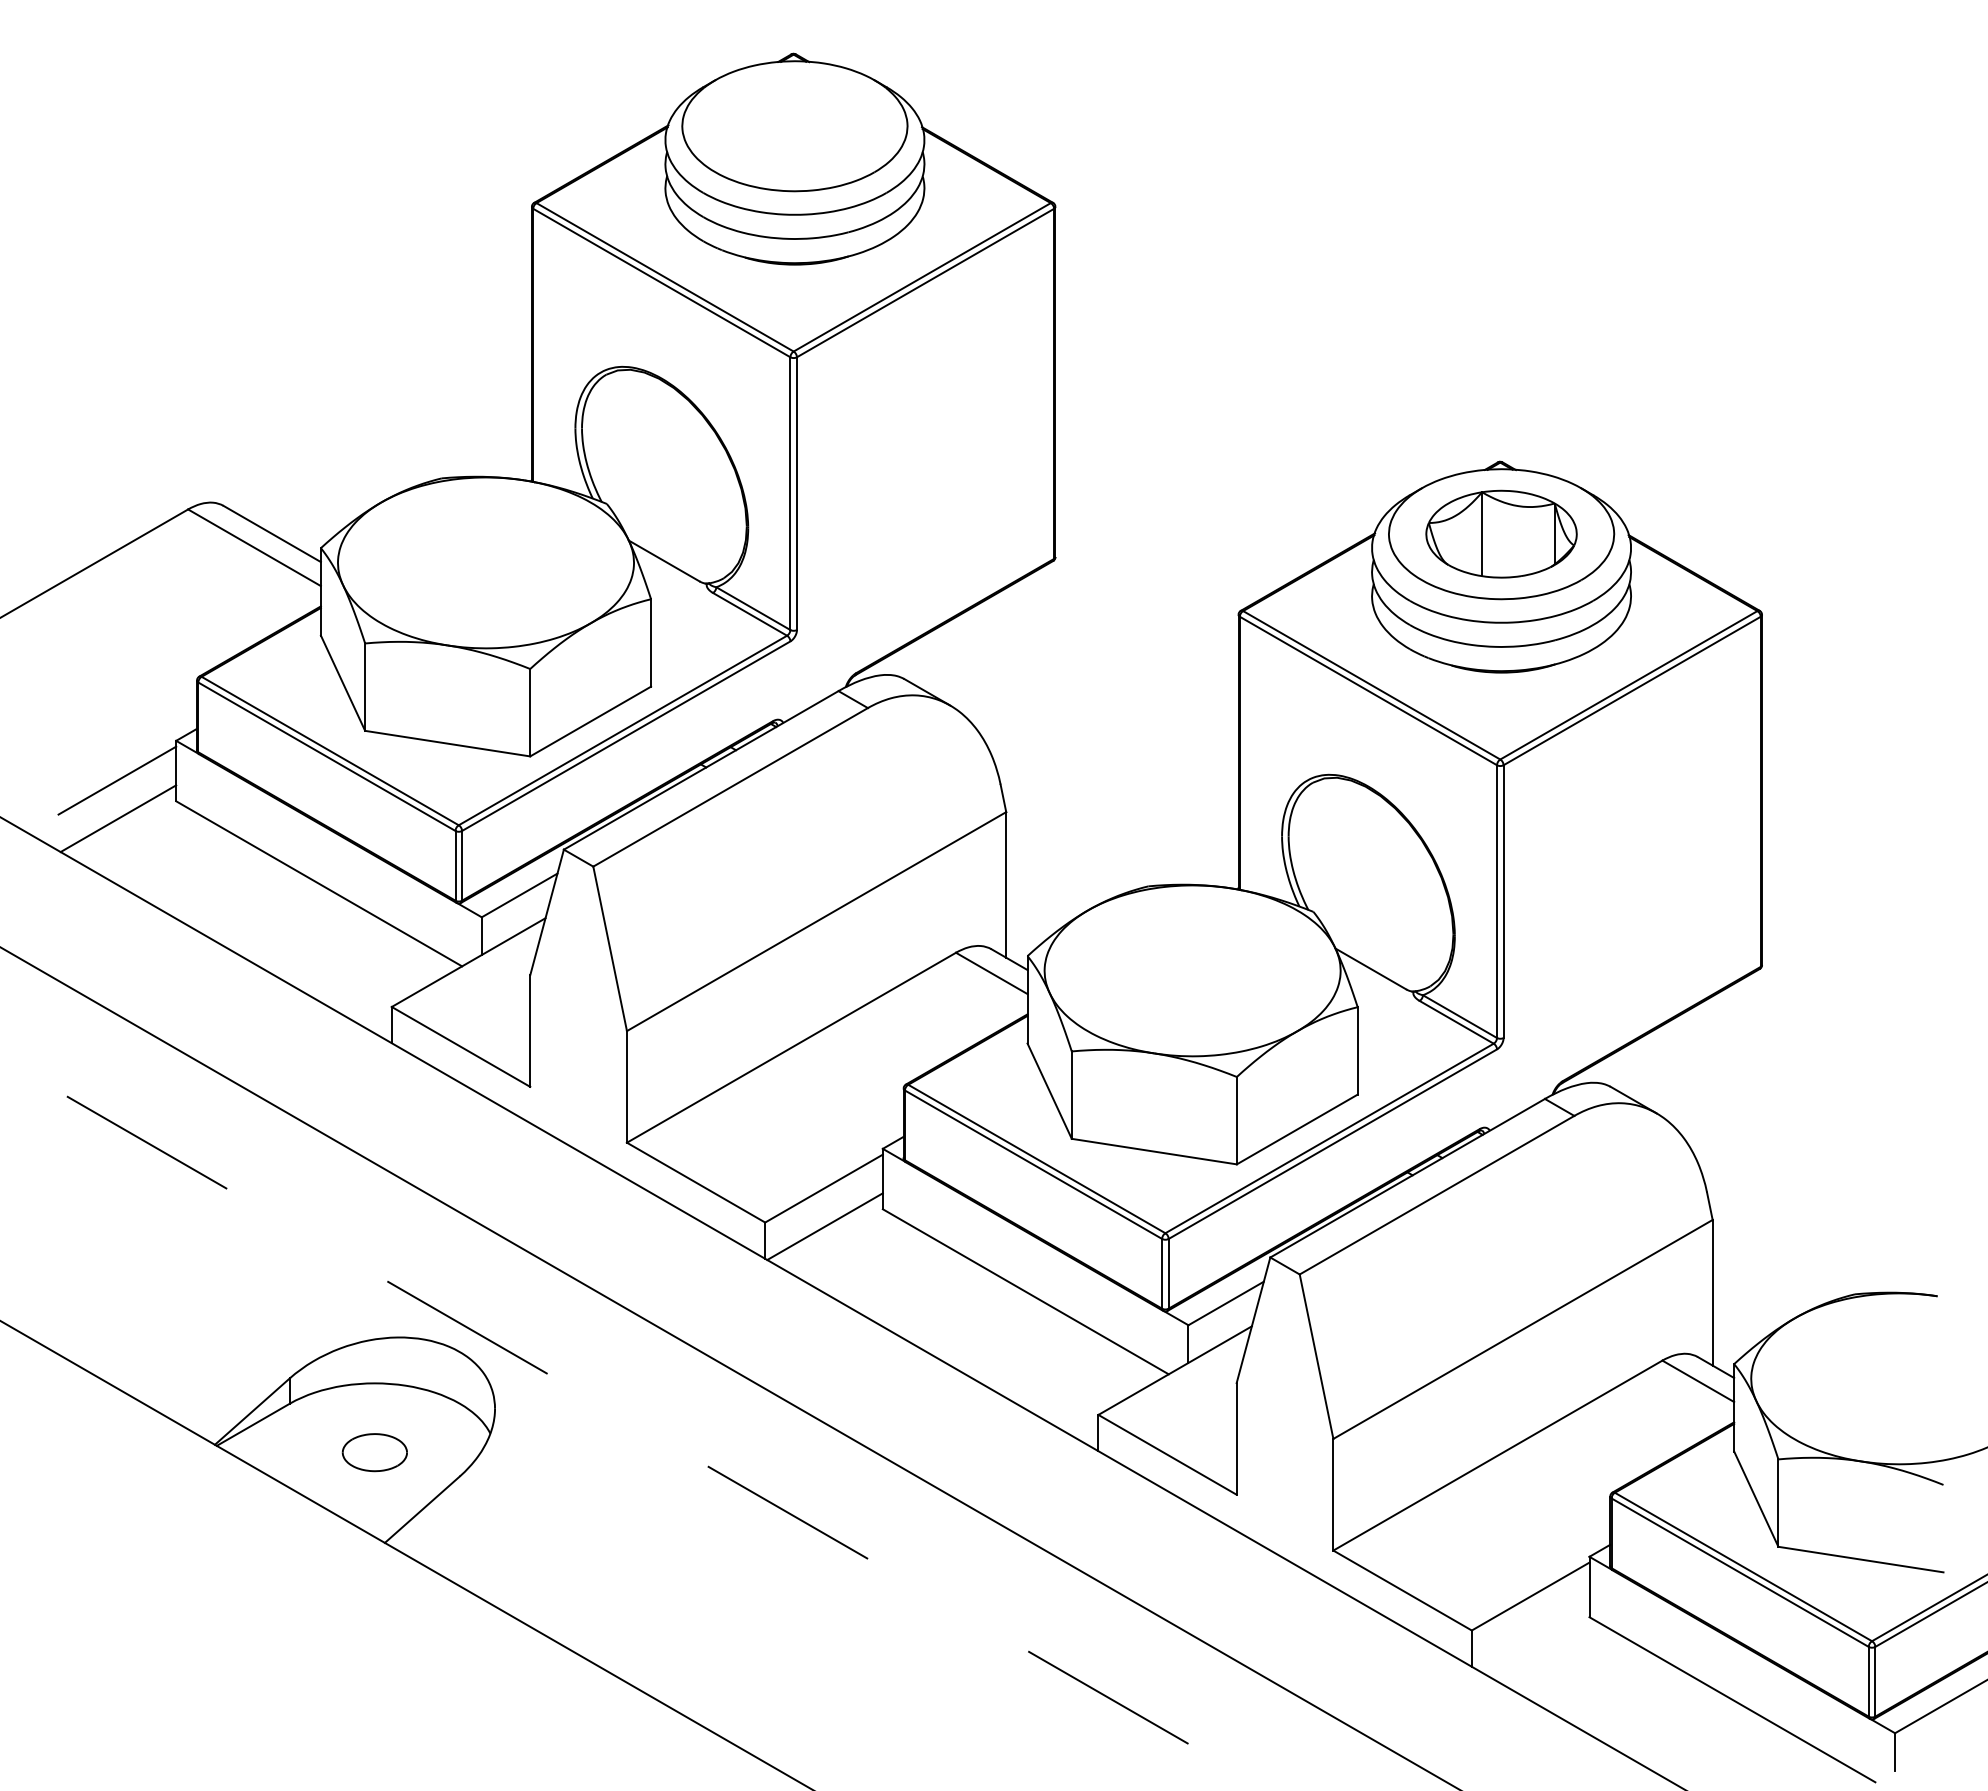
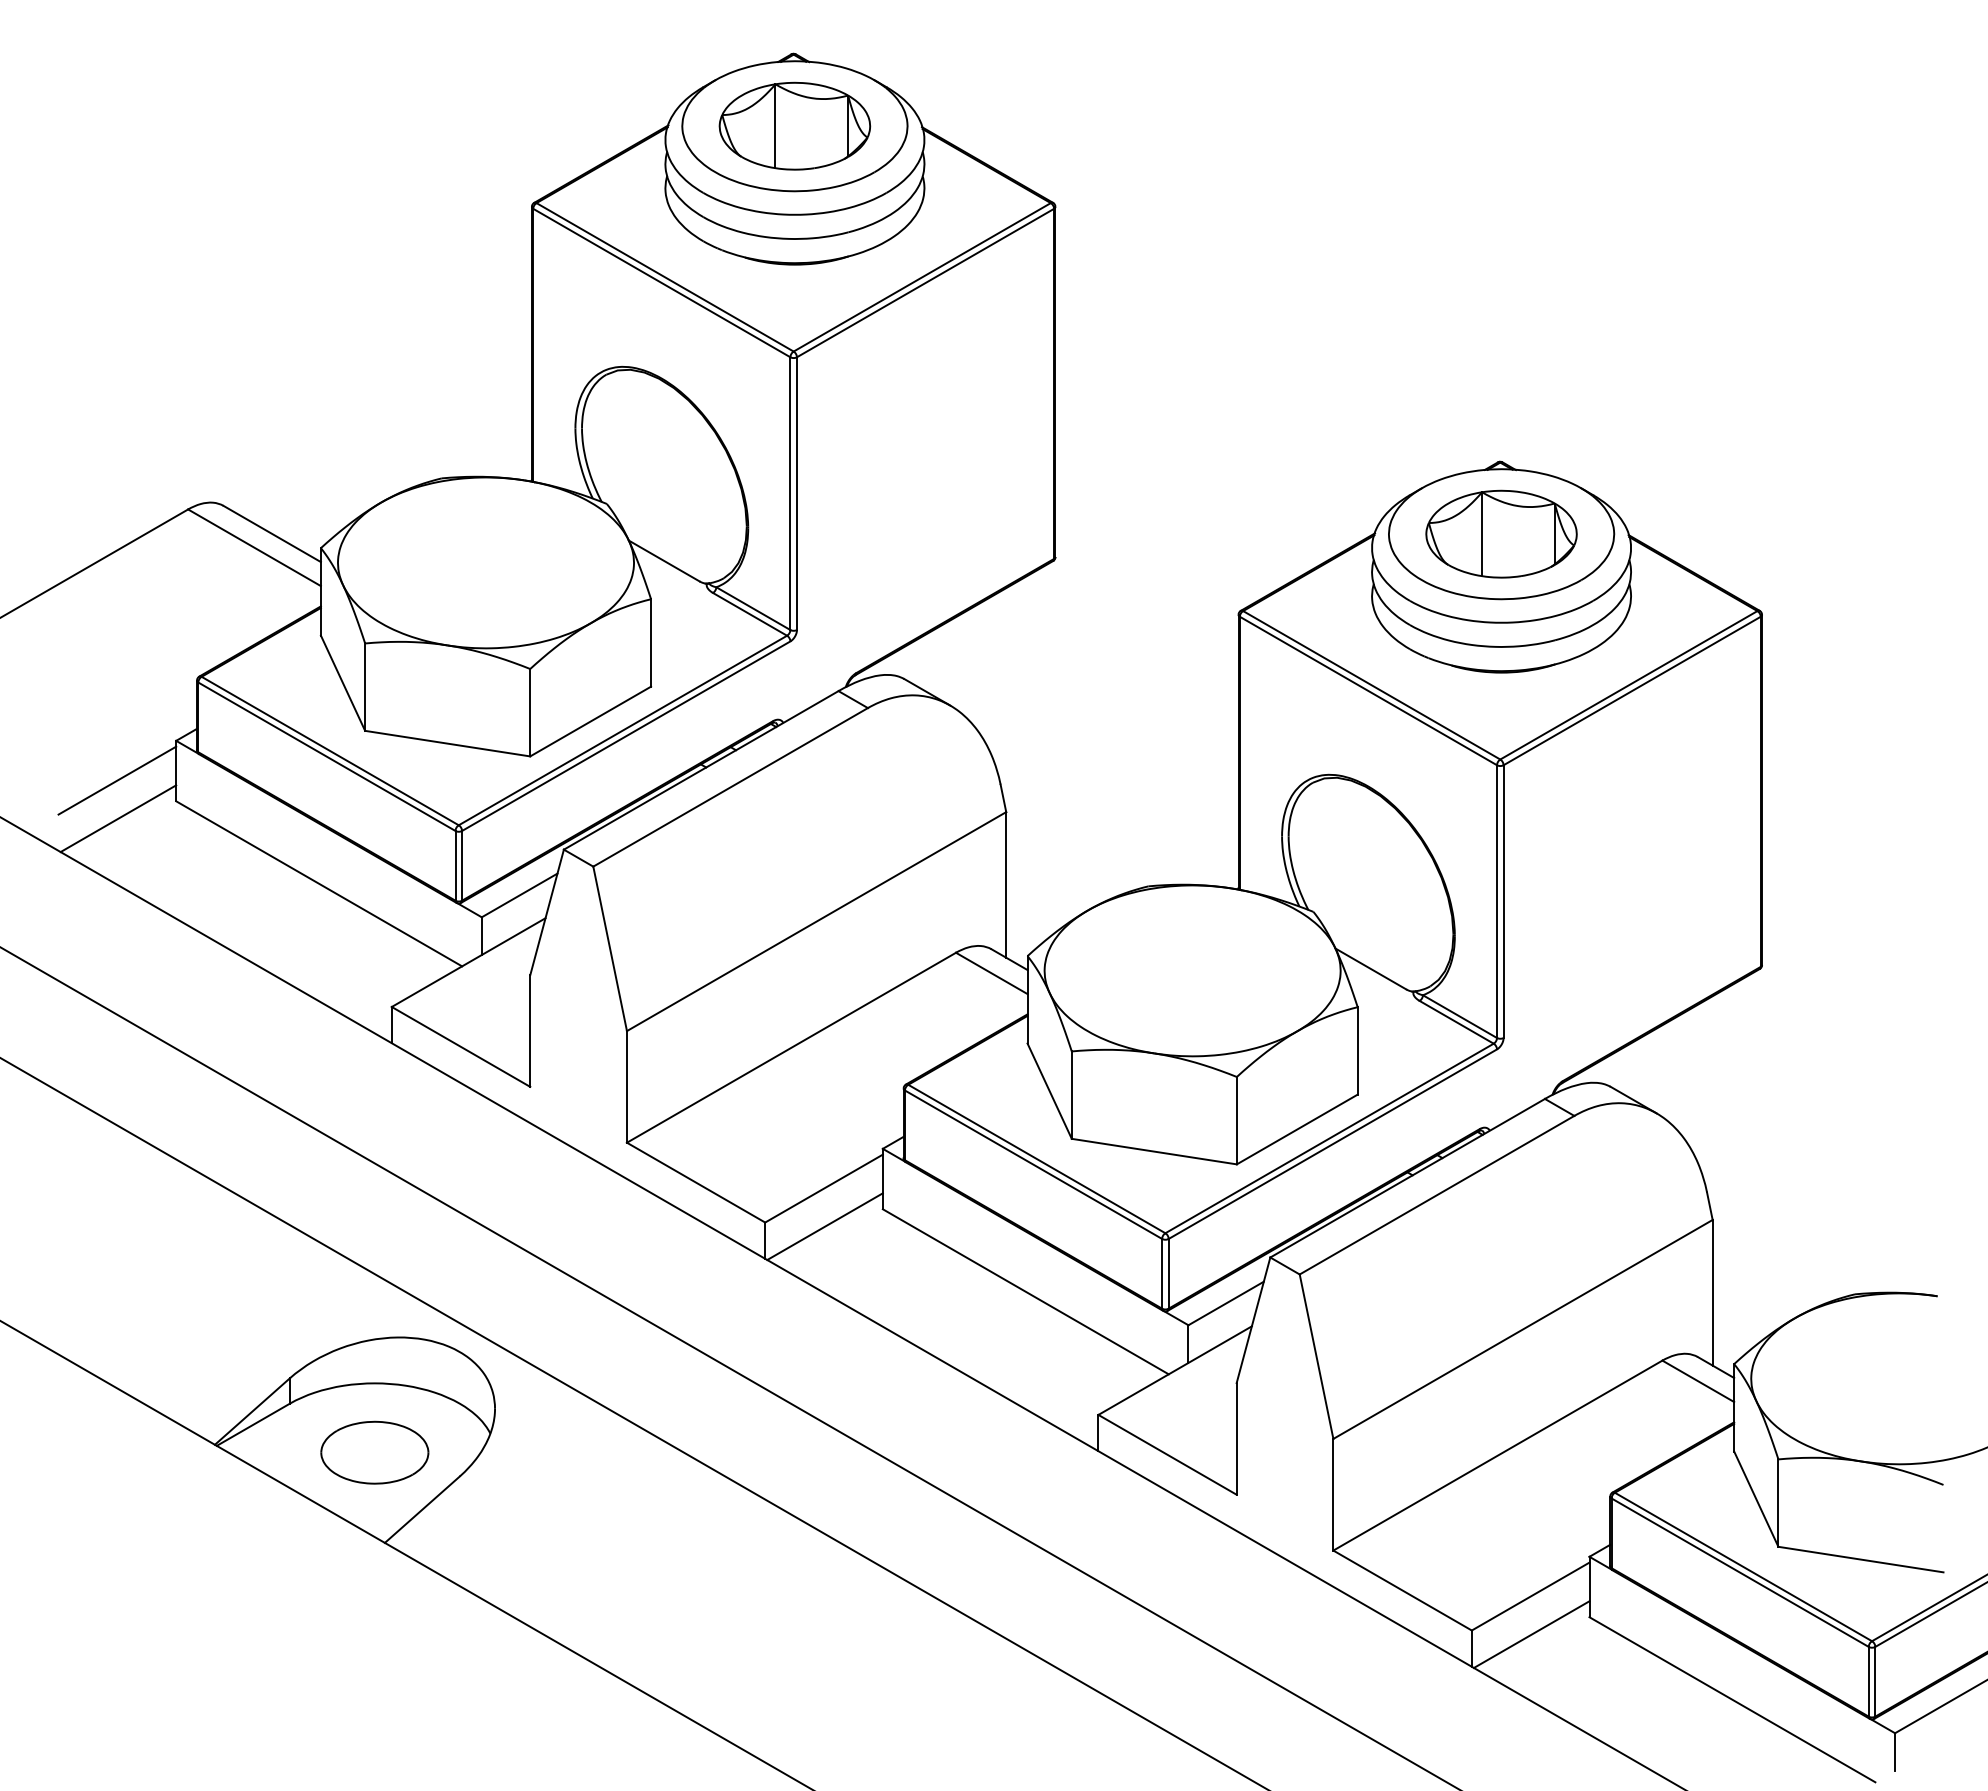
part at (794, 125): none -> present
line at (634, 1424): dashed -> solid
part at (374, 1452) size: 67x40 px -> 110x65 px
line at (1531, 1634): none -> present
